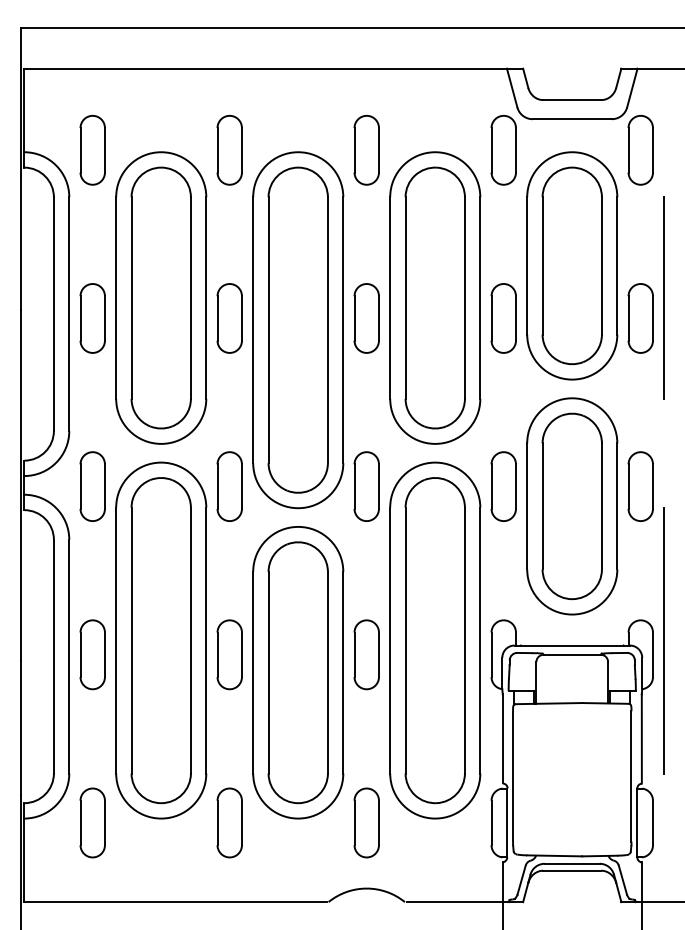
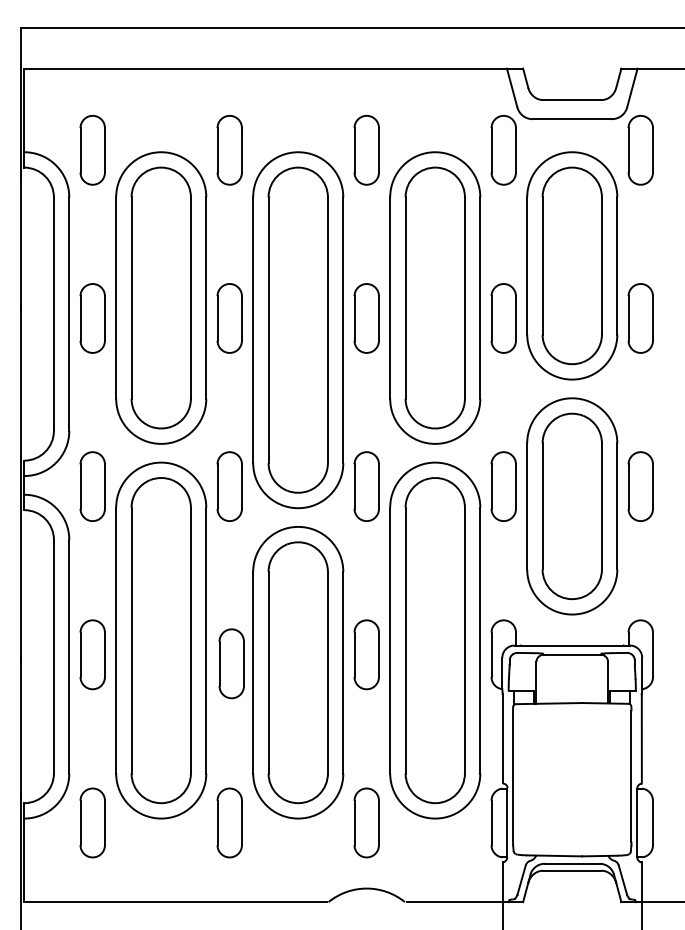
line at (664, 297): present -> none
line at (664, 640): present -> none
part at (229, 654) position: (229, 654) -> (231, 663)
